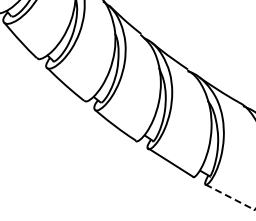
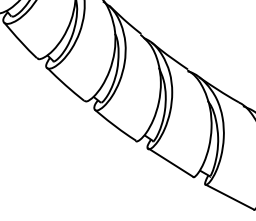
line at (230, 197): dashed -> solid
